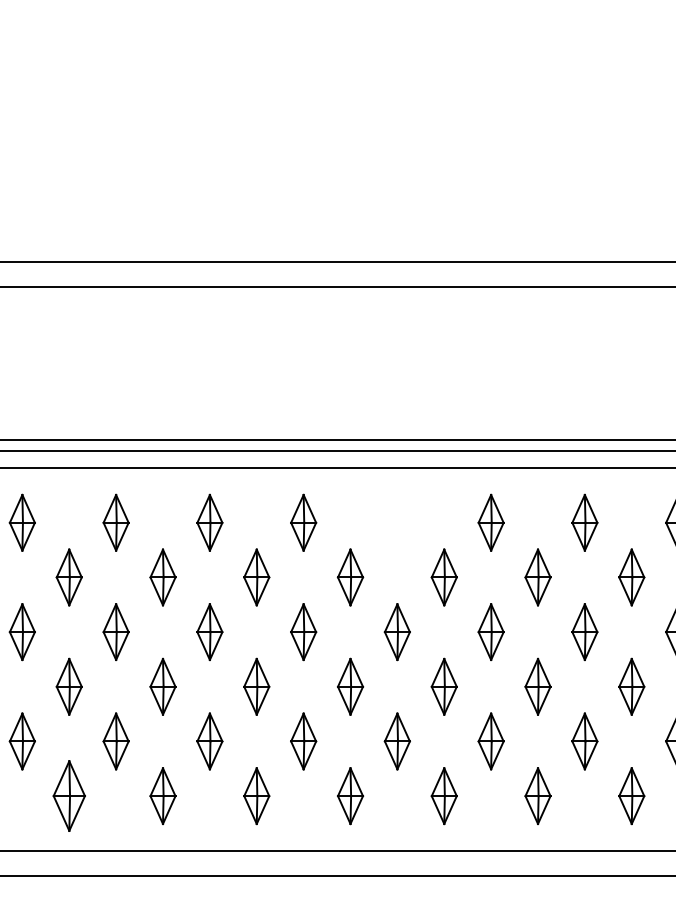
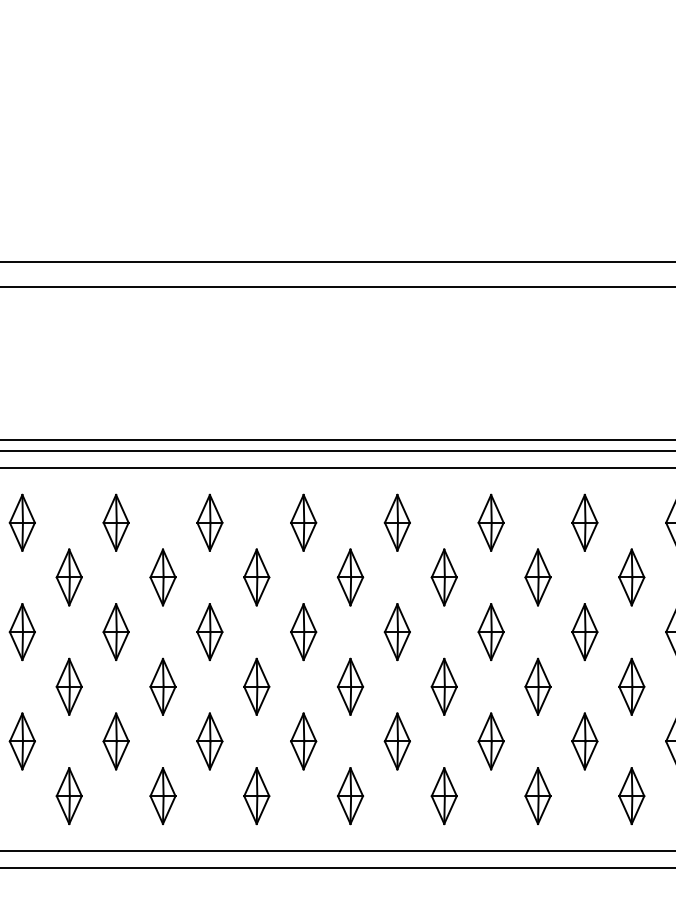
part at (396, 522): none -> present
part at (68, 795) size: 34x72 px -> 28x59 px
line at (337, 876) position: (337, 876) -> (337, 868)
